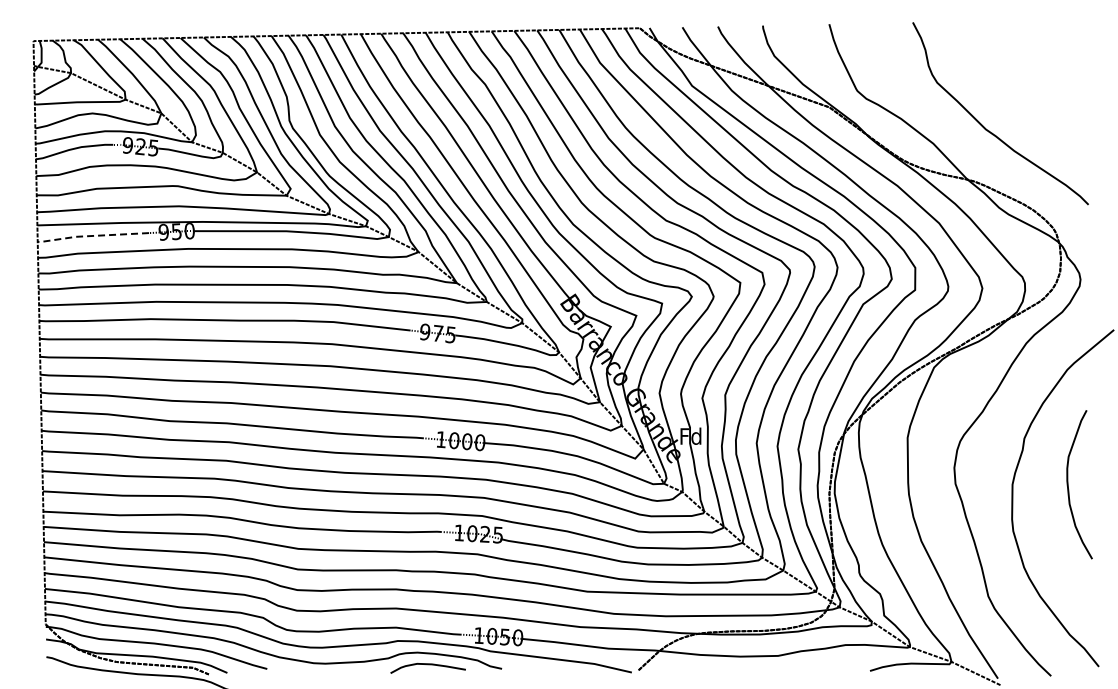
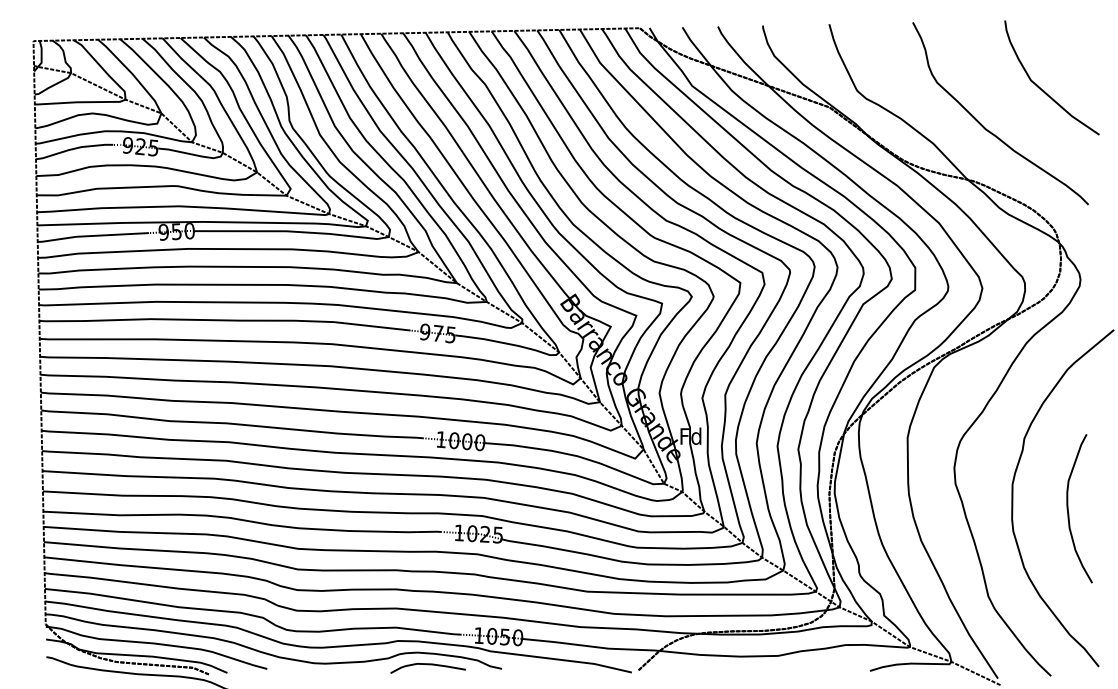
curve at (1044, 90): none -> present
line at (91, 236): dashed -> solid
curve at (1068, 484) position: (1068, 484) -> (1068, 508)
